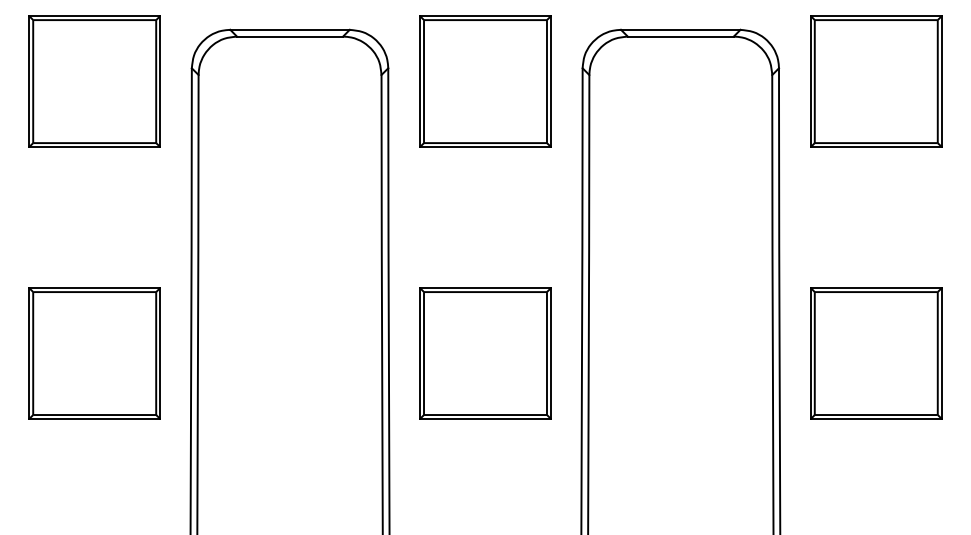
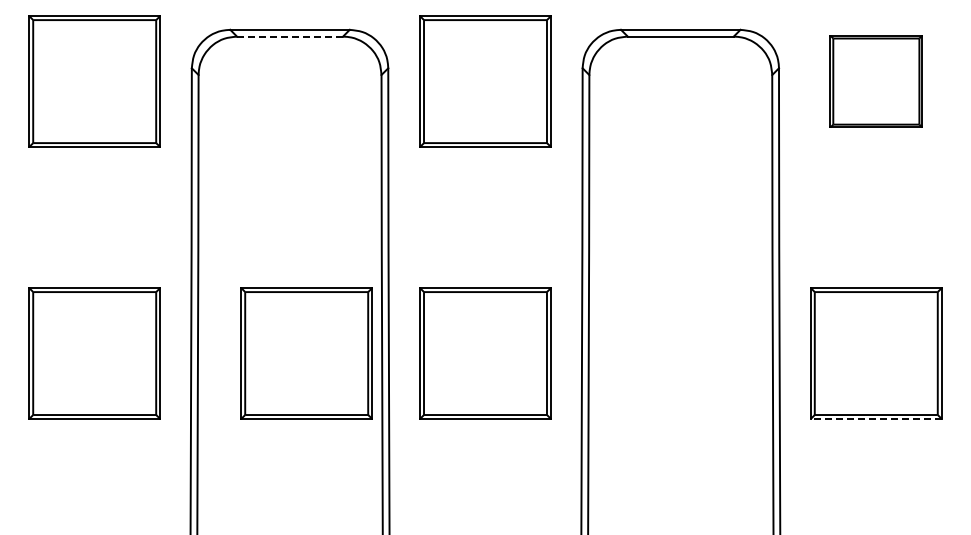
line at (290, 36): solid -> dashed
part at (876, 81) size: 133x133 px -> 94x93 px
part at (306, 353): none -> present
line at (876, 419): solid -> dashed
